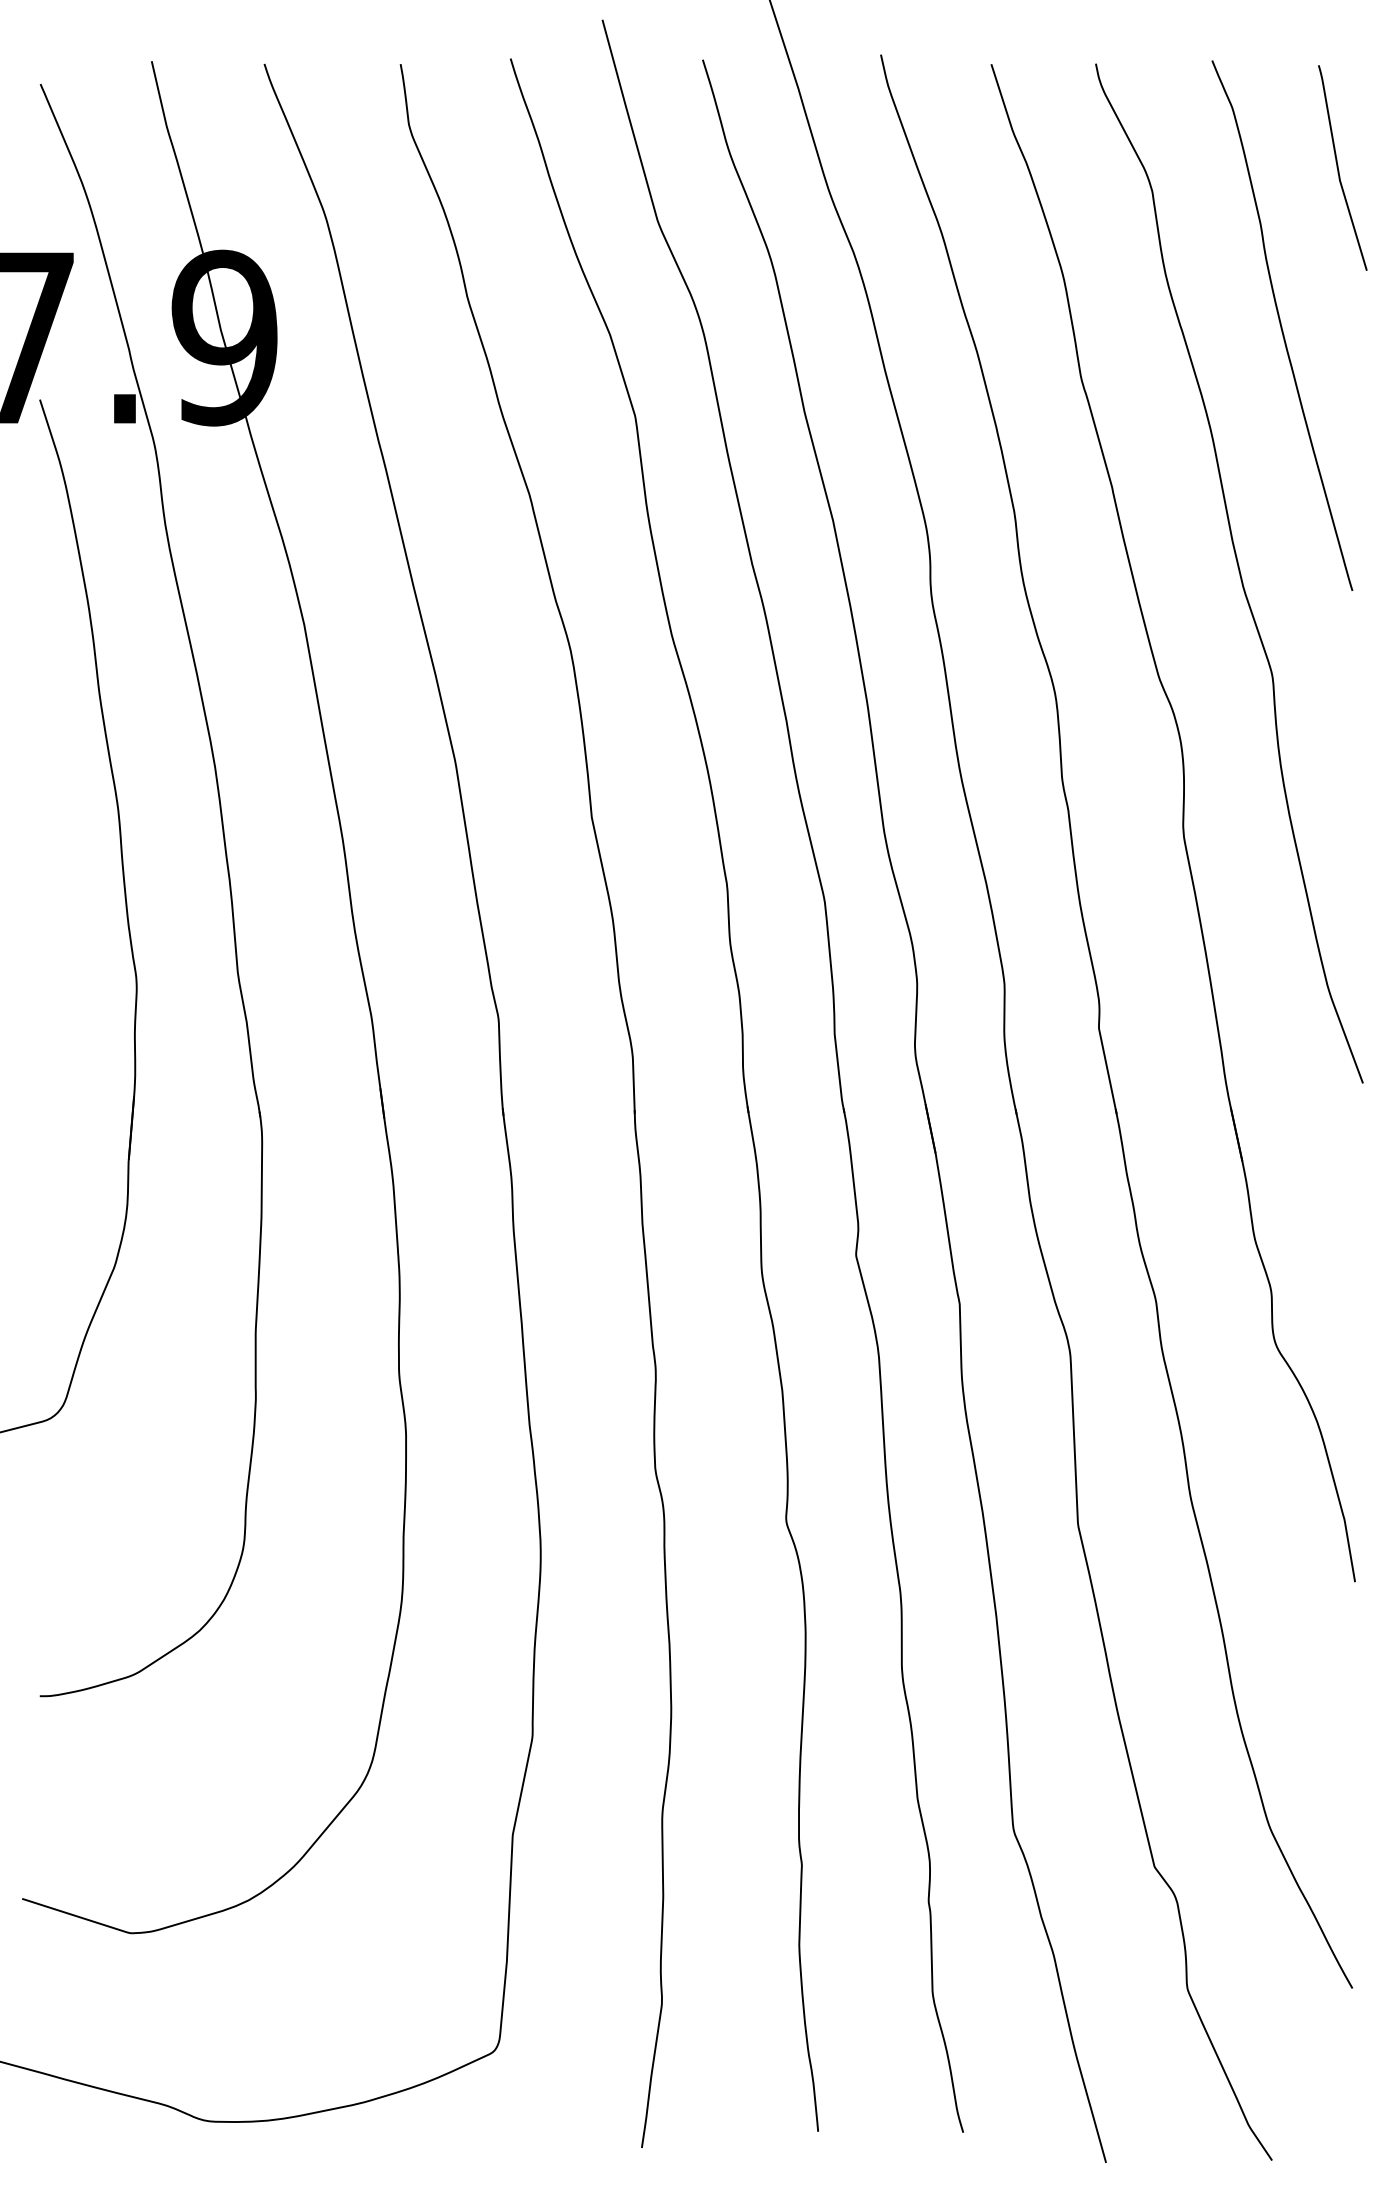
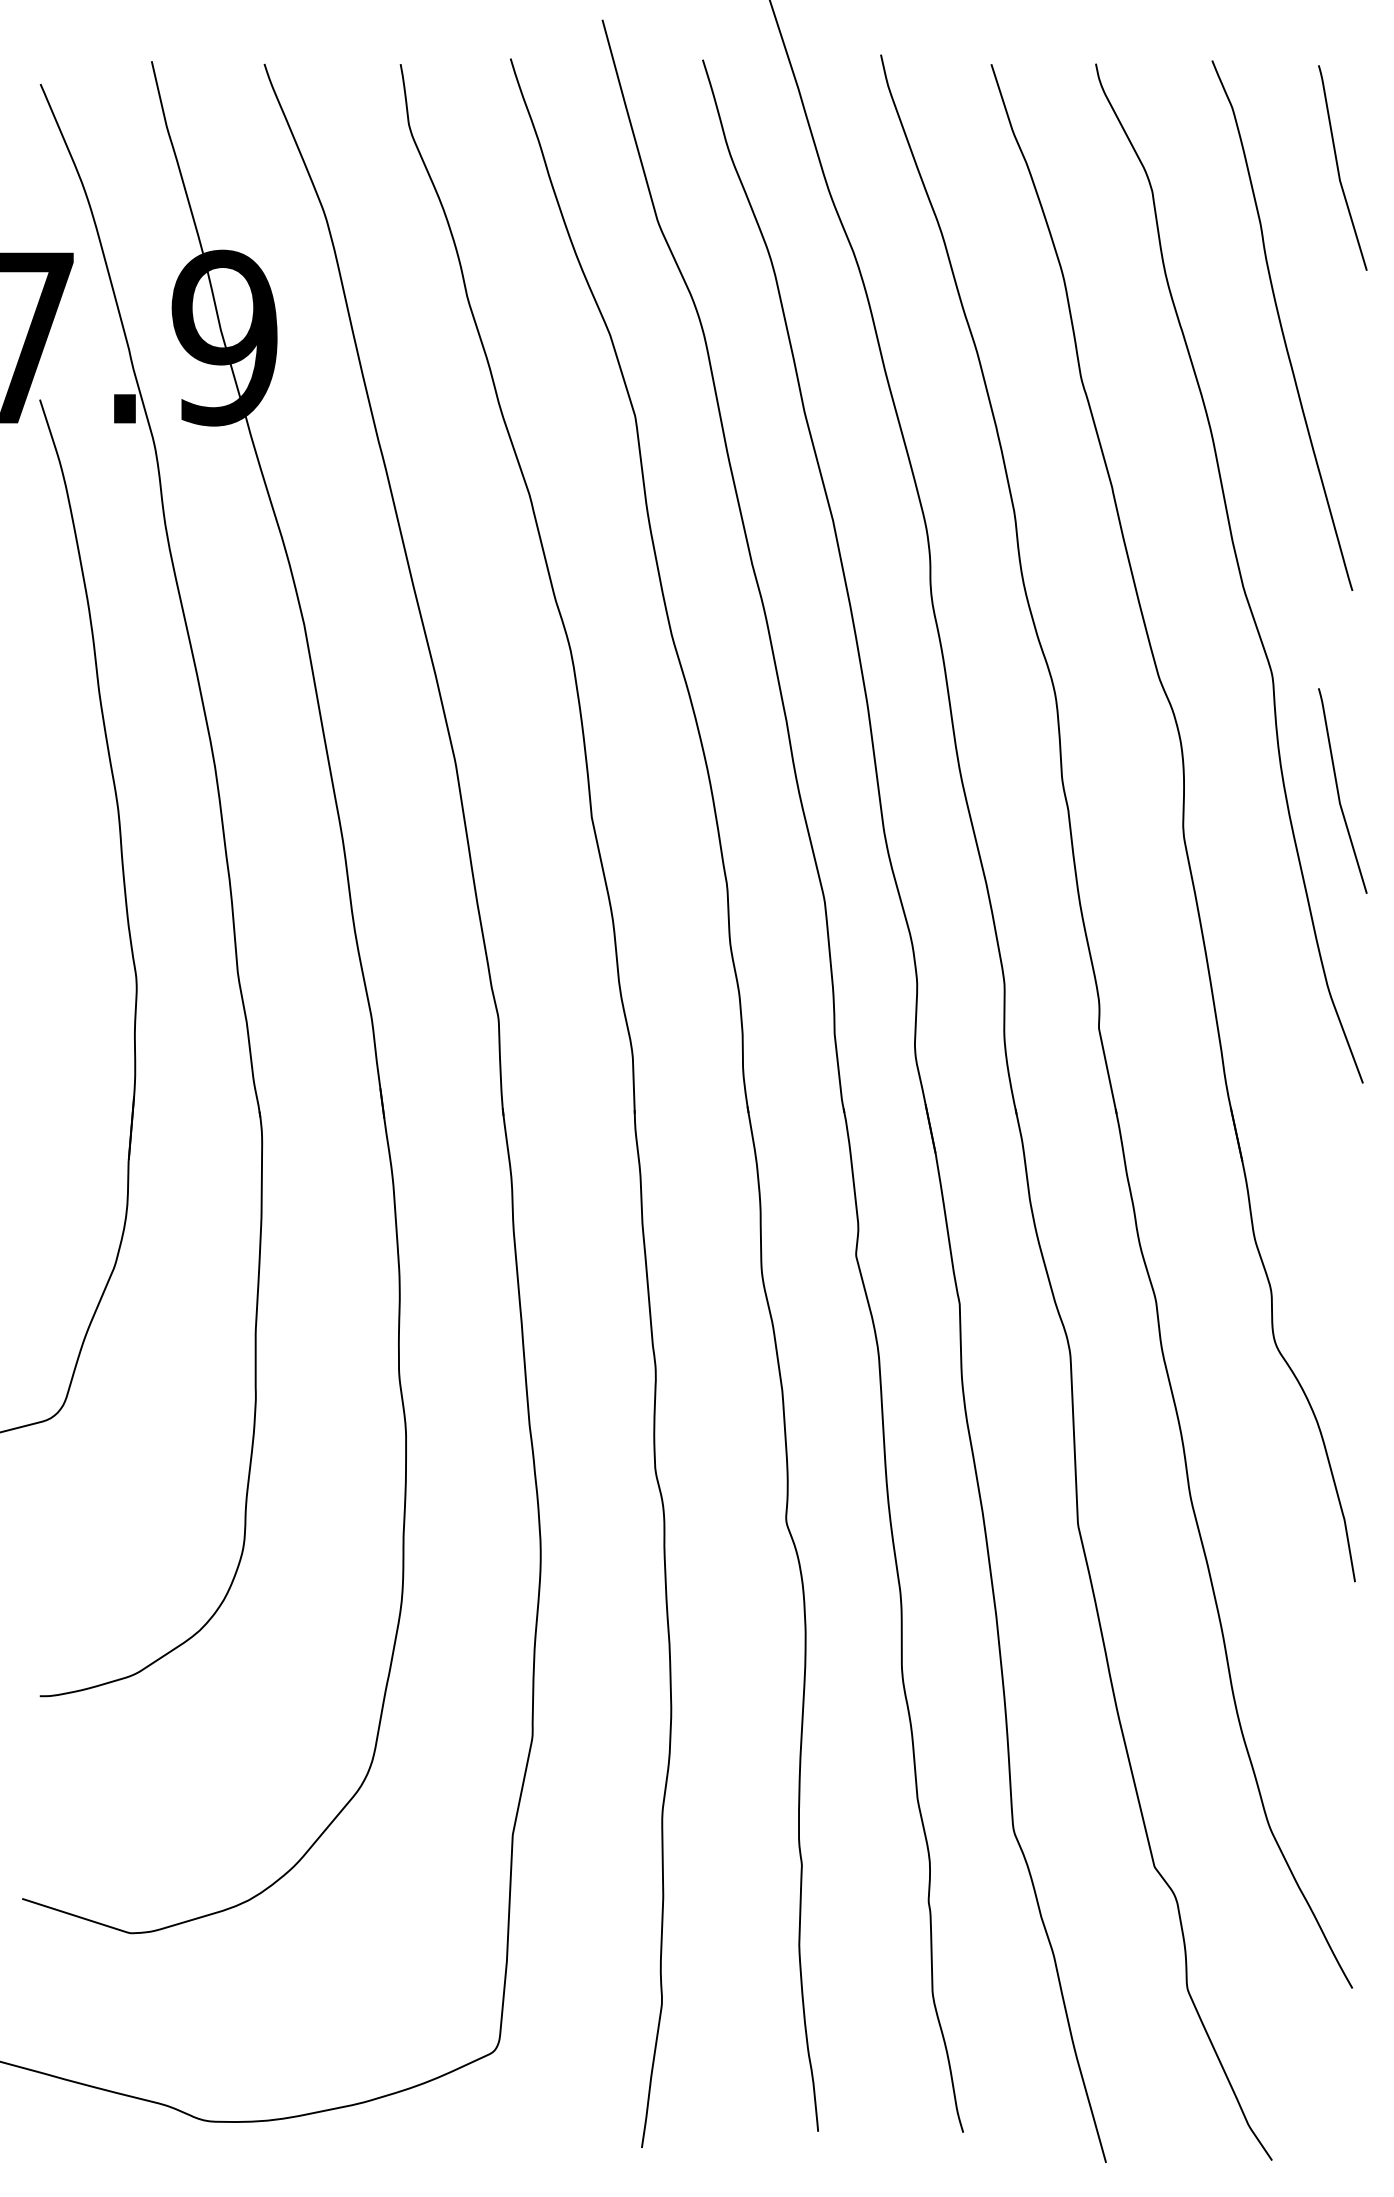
curve at (1338, 790): none -> present
